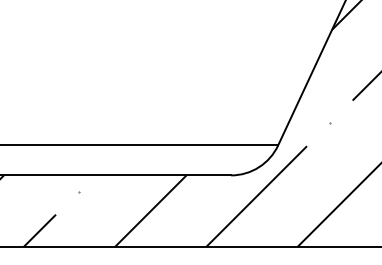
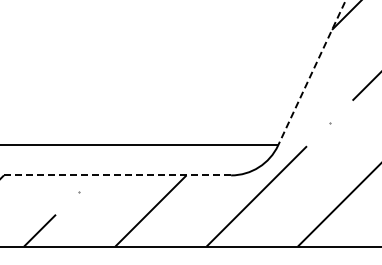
line at (311, 73): solid -> dashed
line at (115, 175): solid -> dashed
